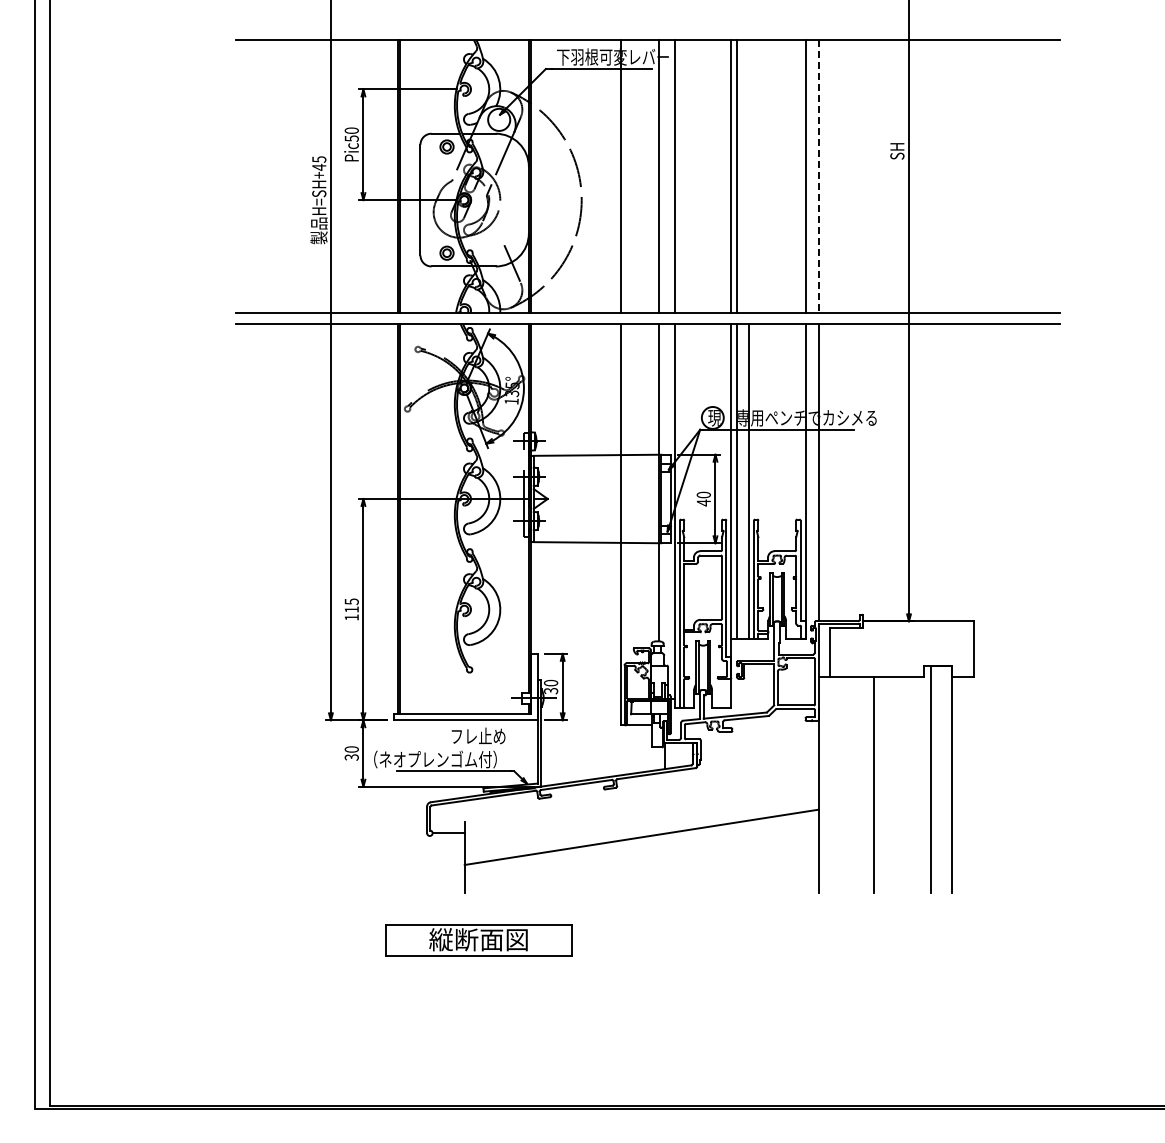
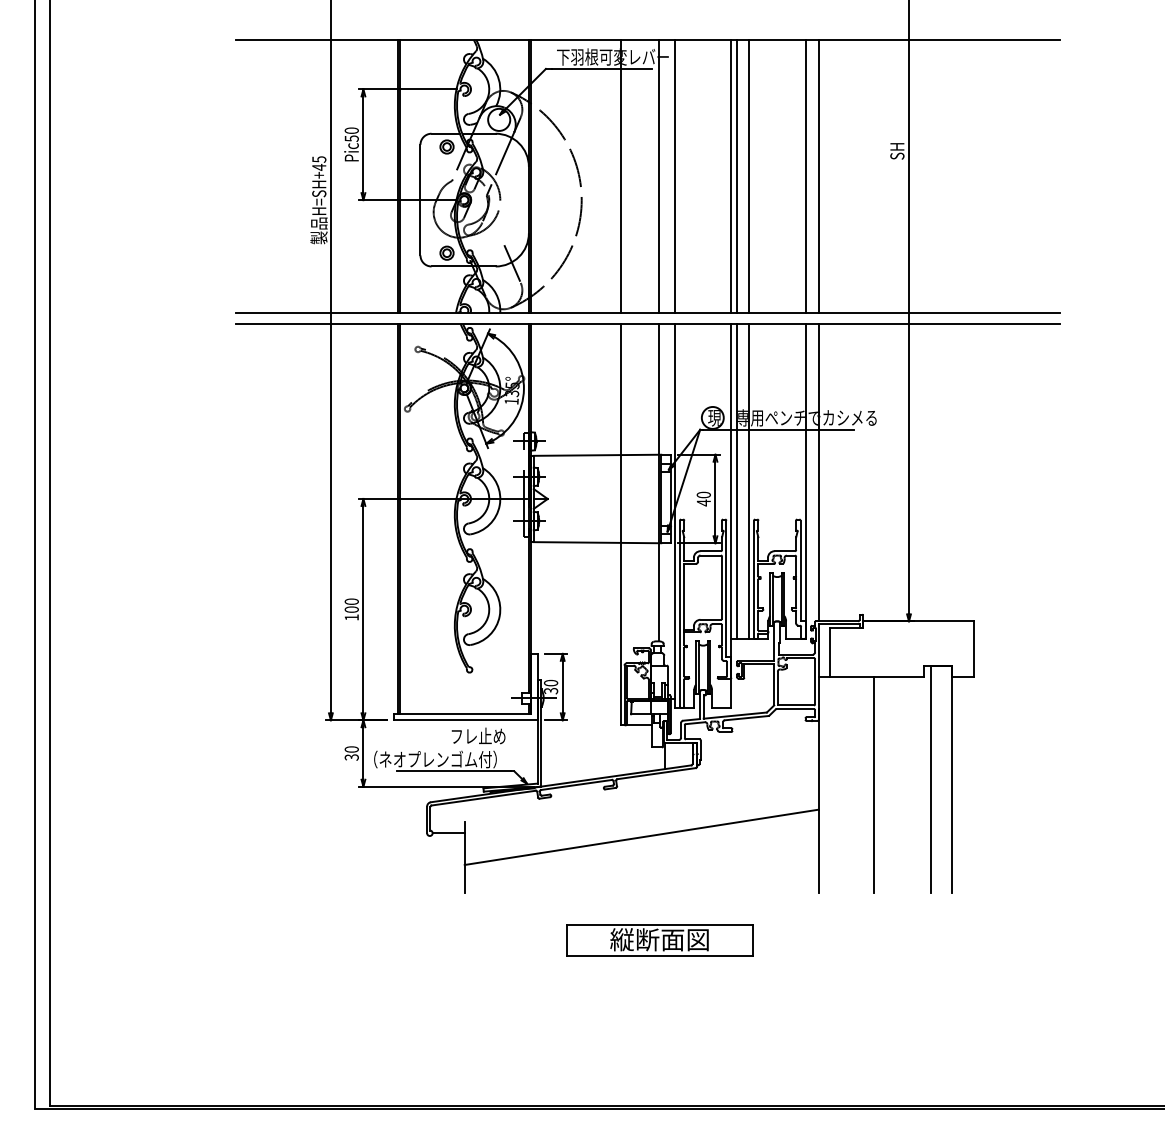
line at (749, 176): none -> present
line at (818, 176): dashed -> solid
text at (351, 605): 115 -> 100
part at (478, 940) position: (478, 940) -> (659, 940)
